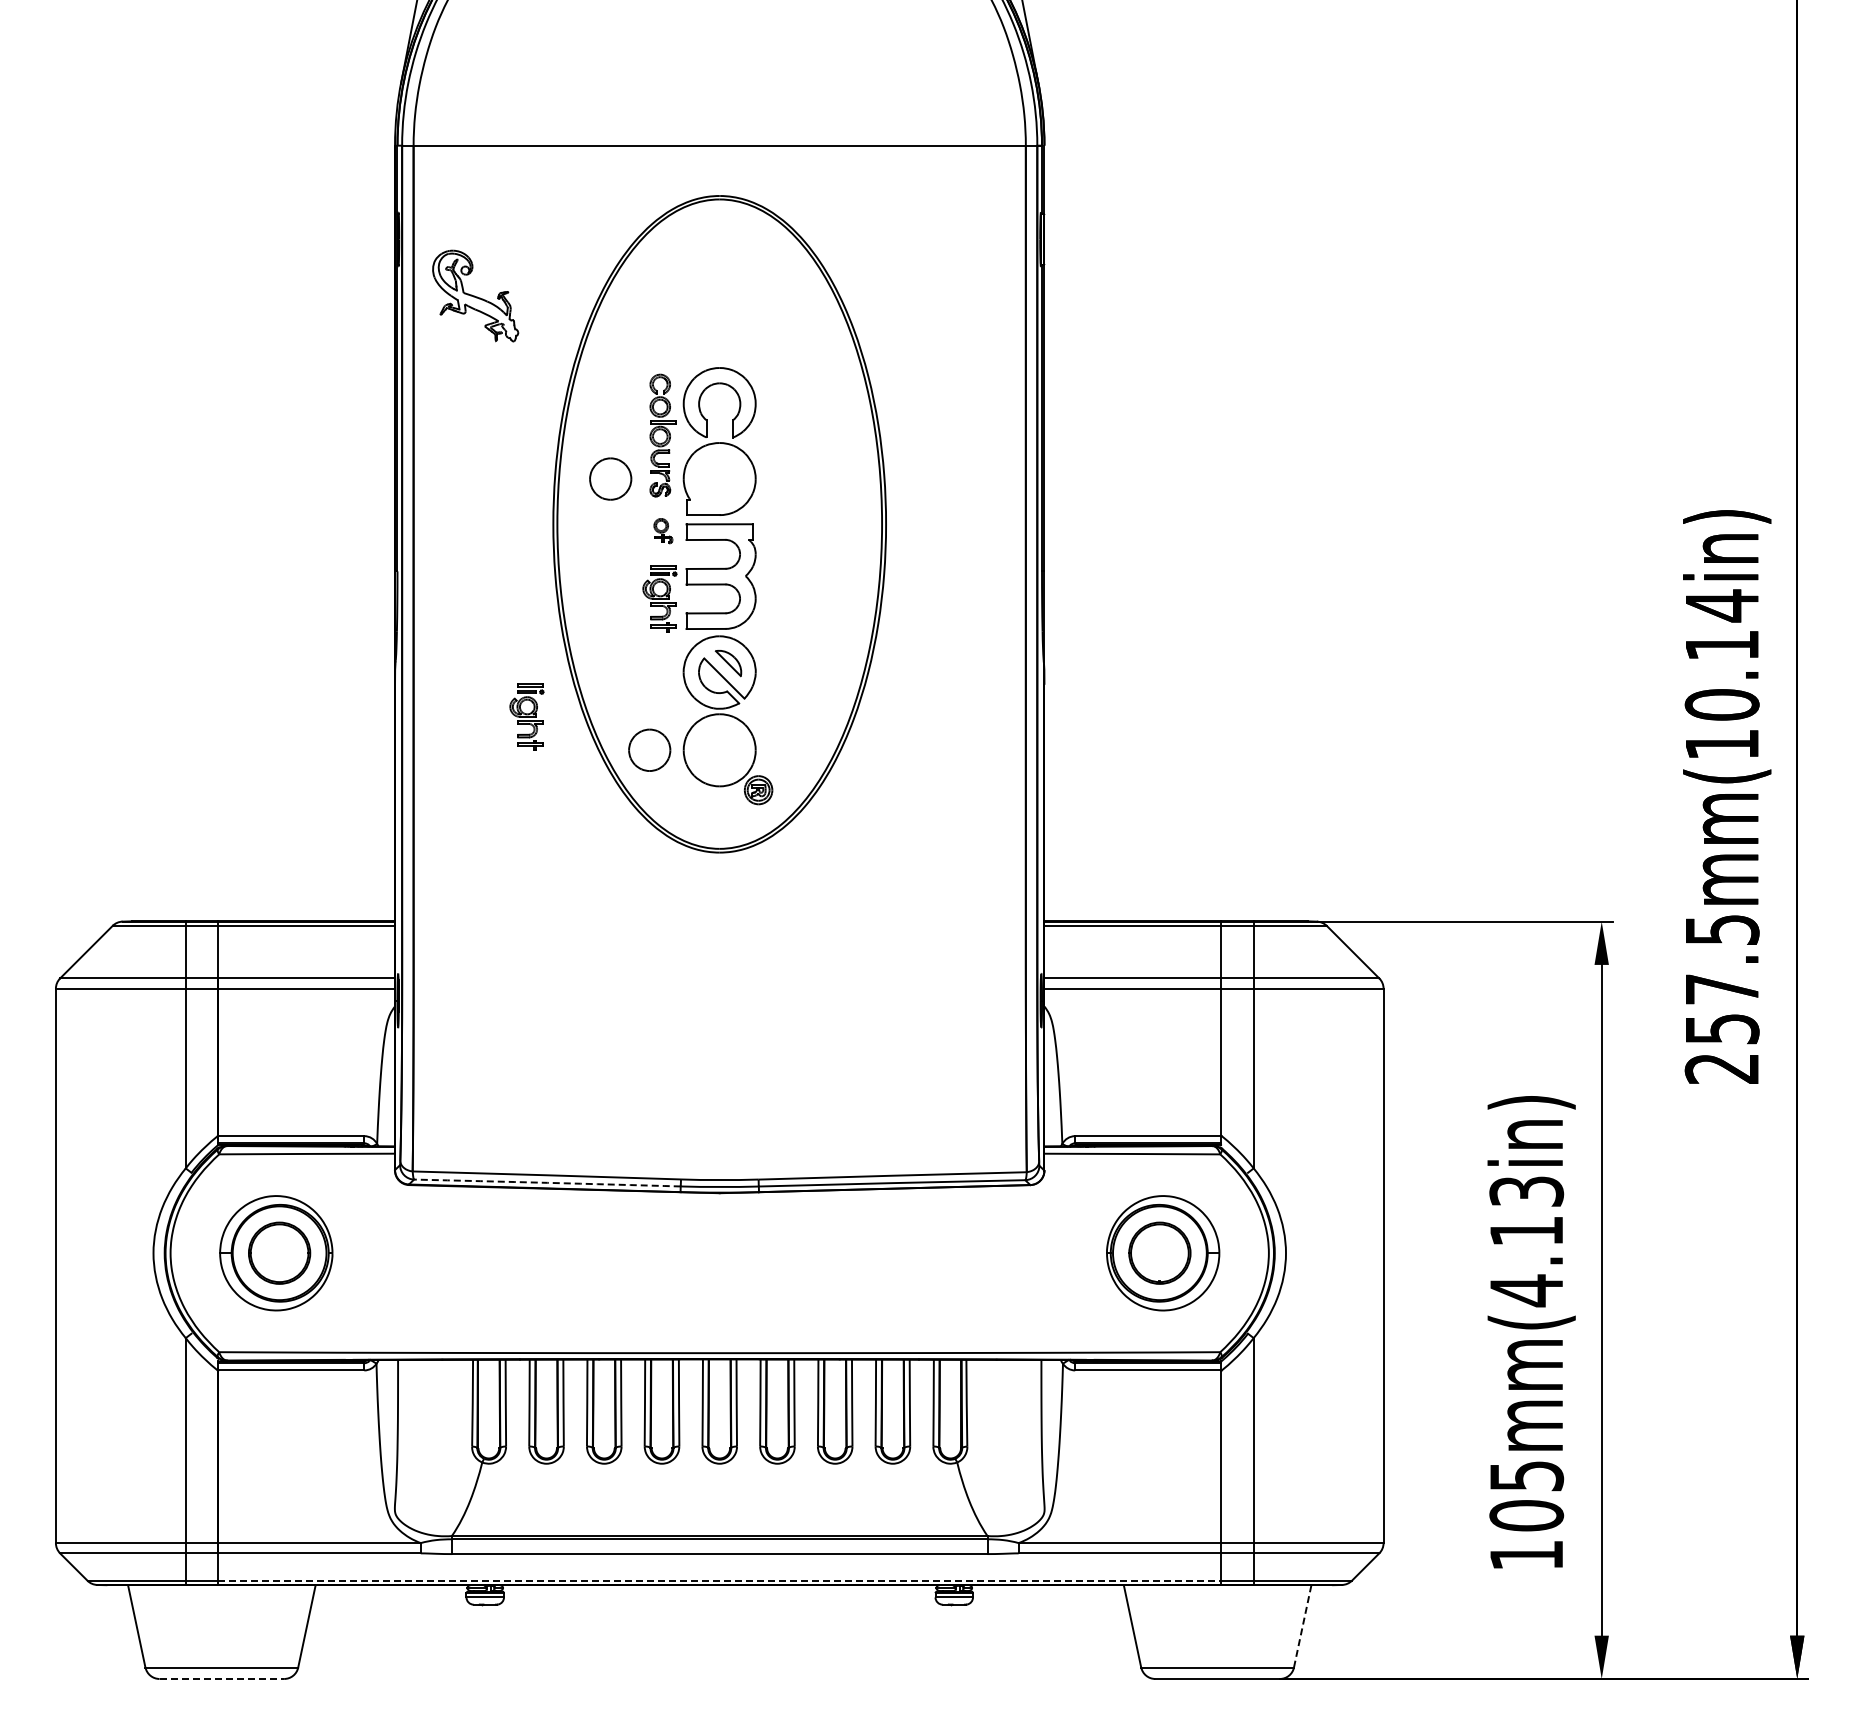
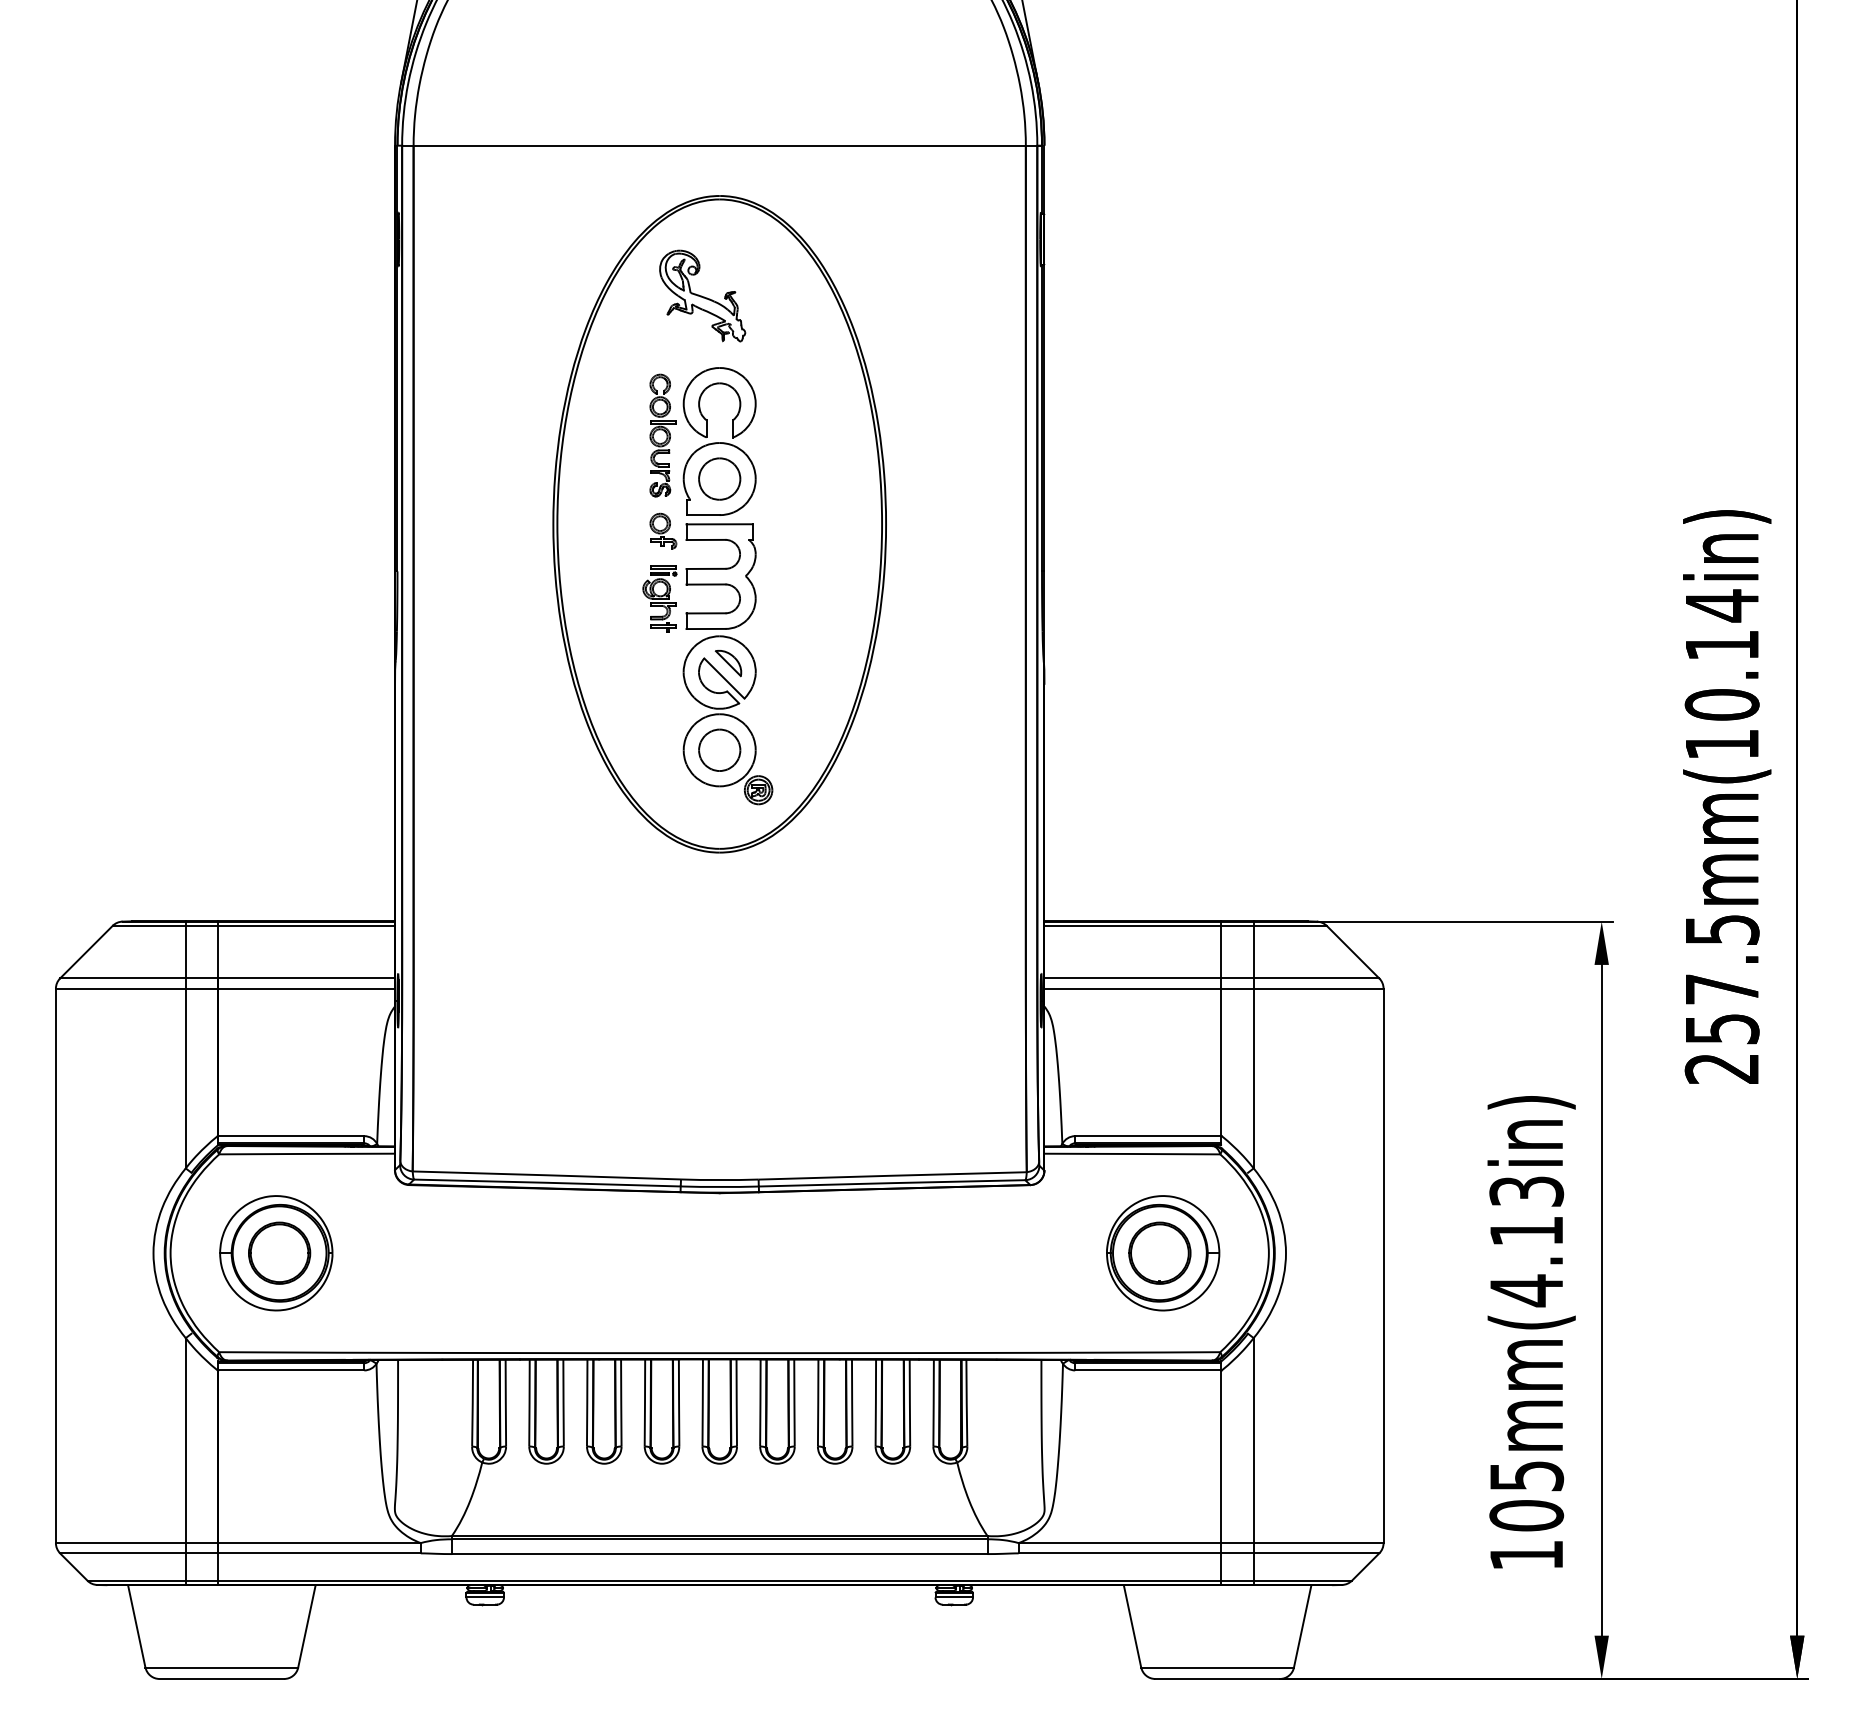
part at (475, 295) position: (475, 295) -> (702, 295)
part at (610, 478) position: (610, 478) -> (719, 478)
part at (663, 531) size: 21x27 px -> 29x38 px
part at (526, 716): present -> none
part at (649, 749) position: (649, 749) -> (719, 749)
arc at (547, 1182): dashed -> solid
line at (720, 1580): dashed -> solid
line at (1302, 1625): dashed -> solid
line at (222, 1678): dashed -> solid
